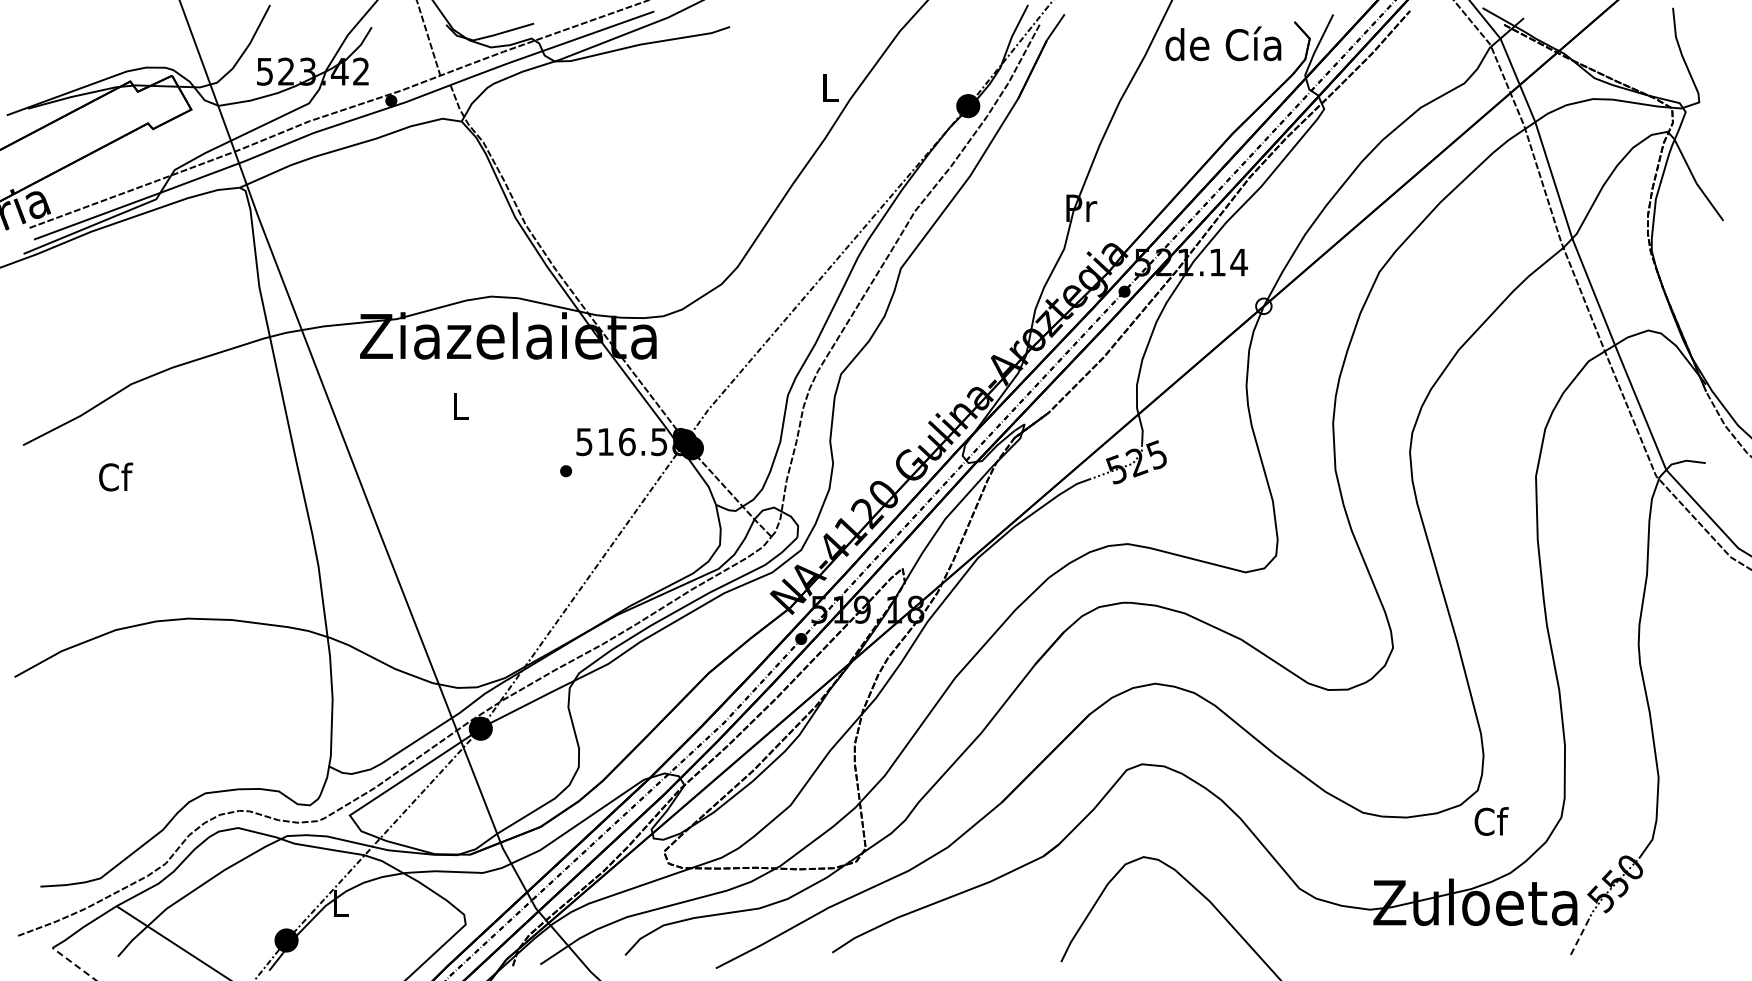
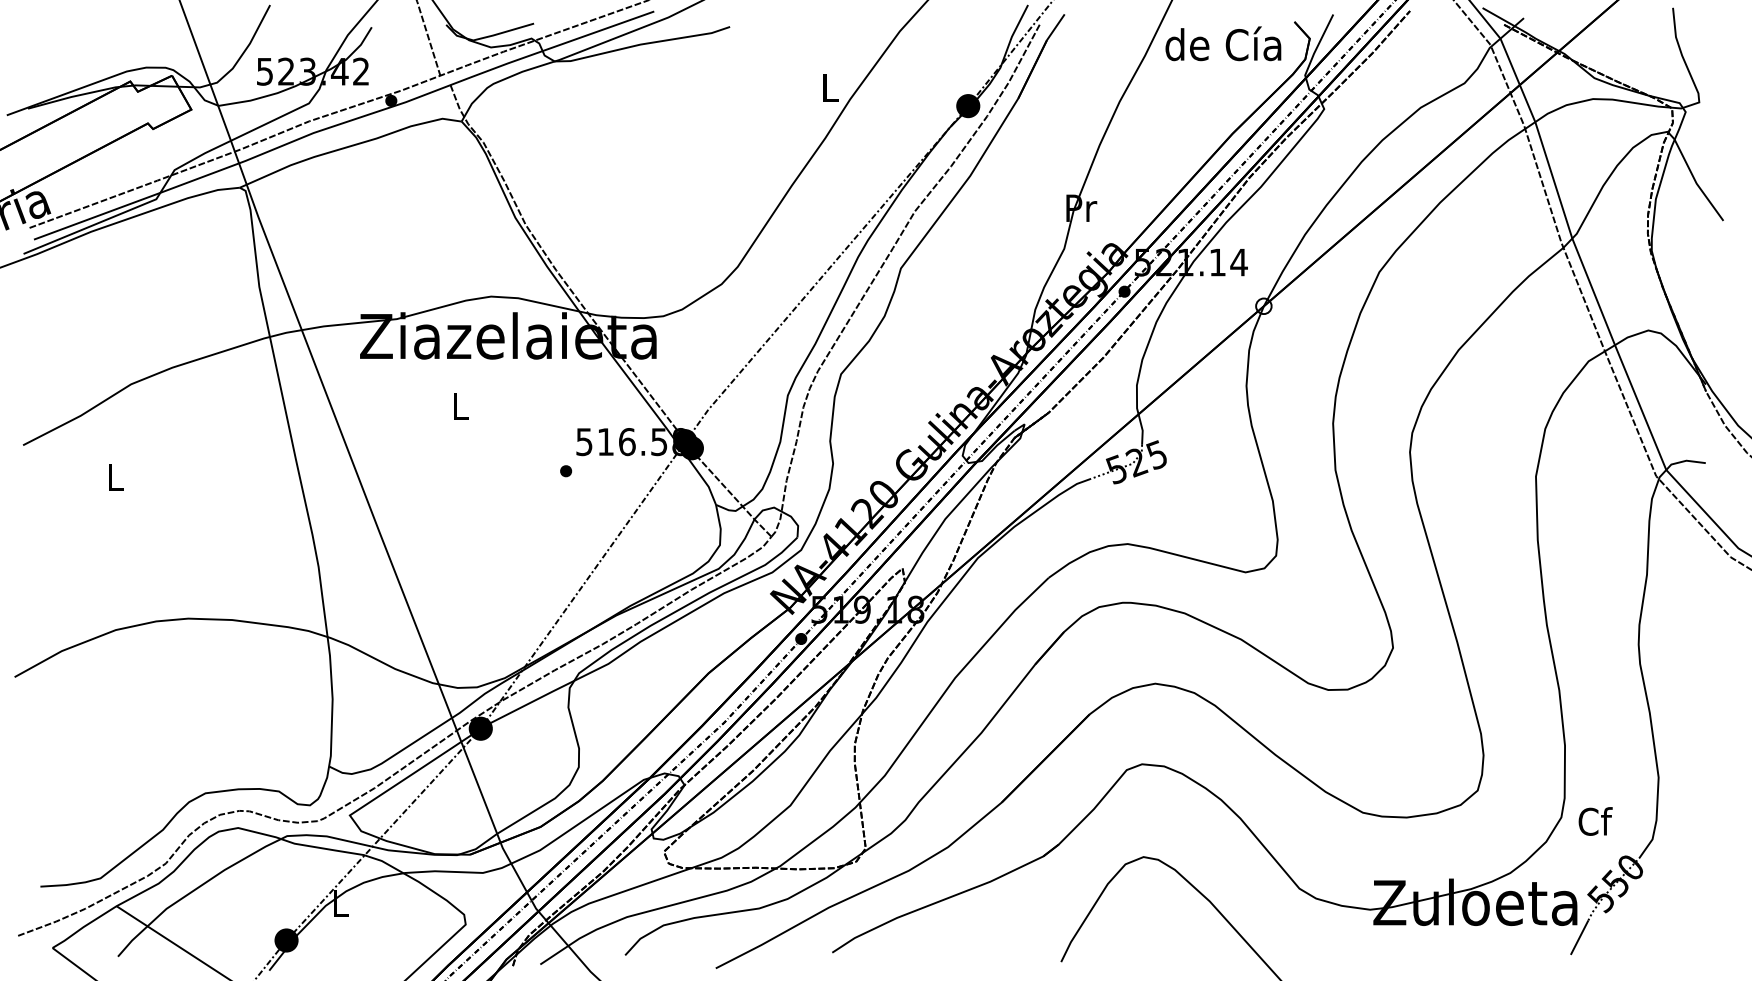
text at (116, 476): Cf -> L
text at (1491, 821) position: (1491, 821) -> (1595, 821)
line at (1579, 937): dashed -> solid
line at (74, 964): dashed -> solid
